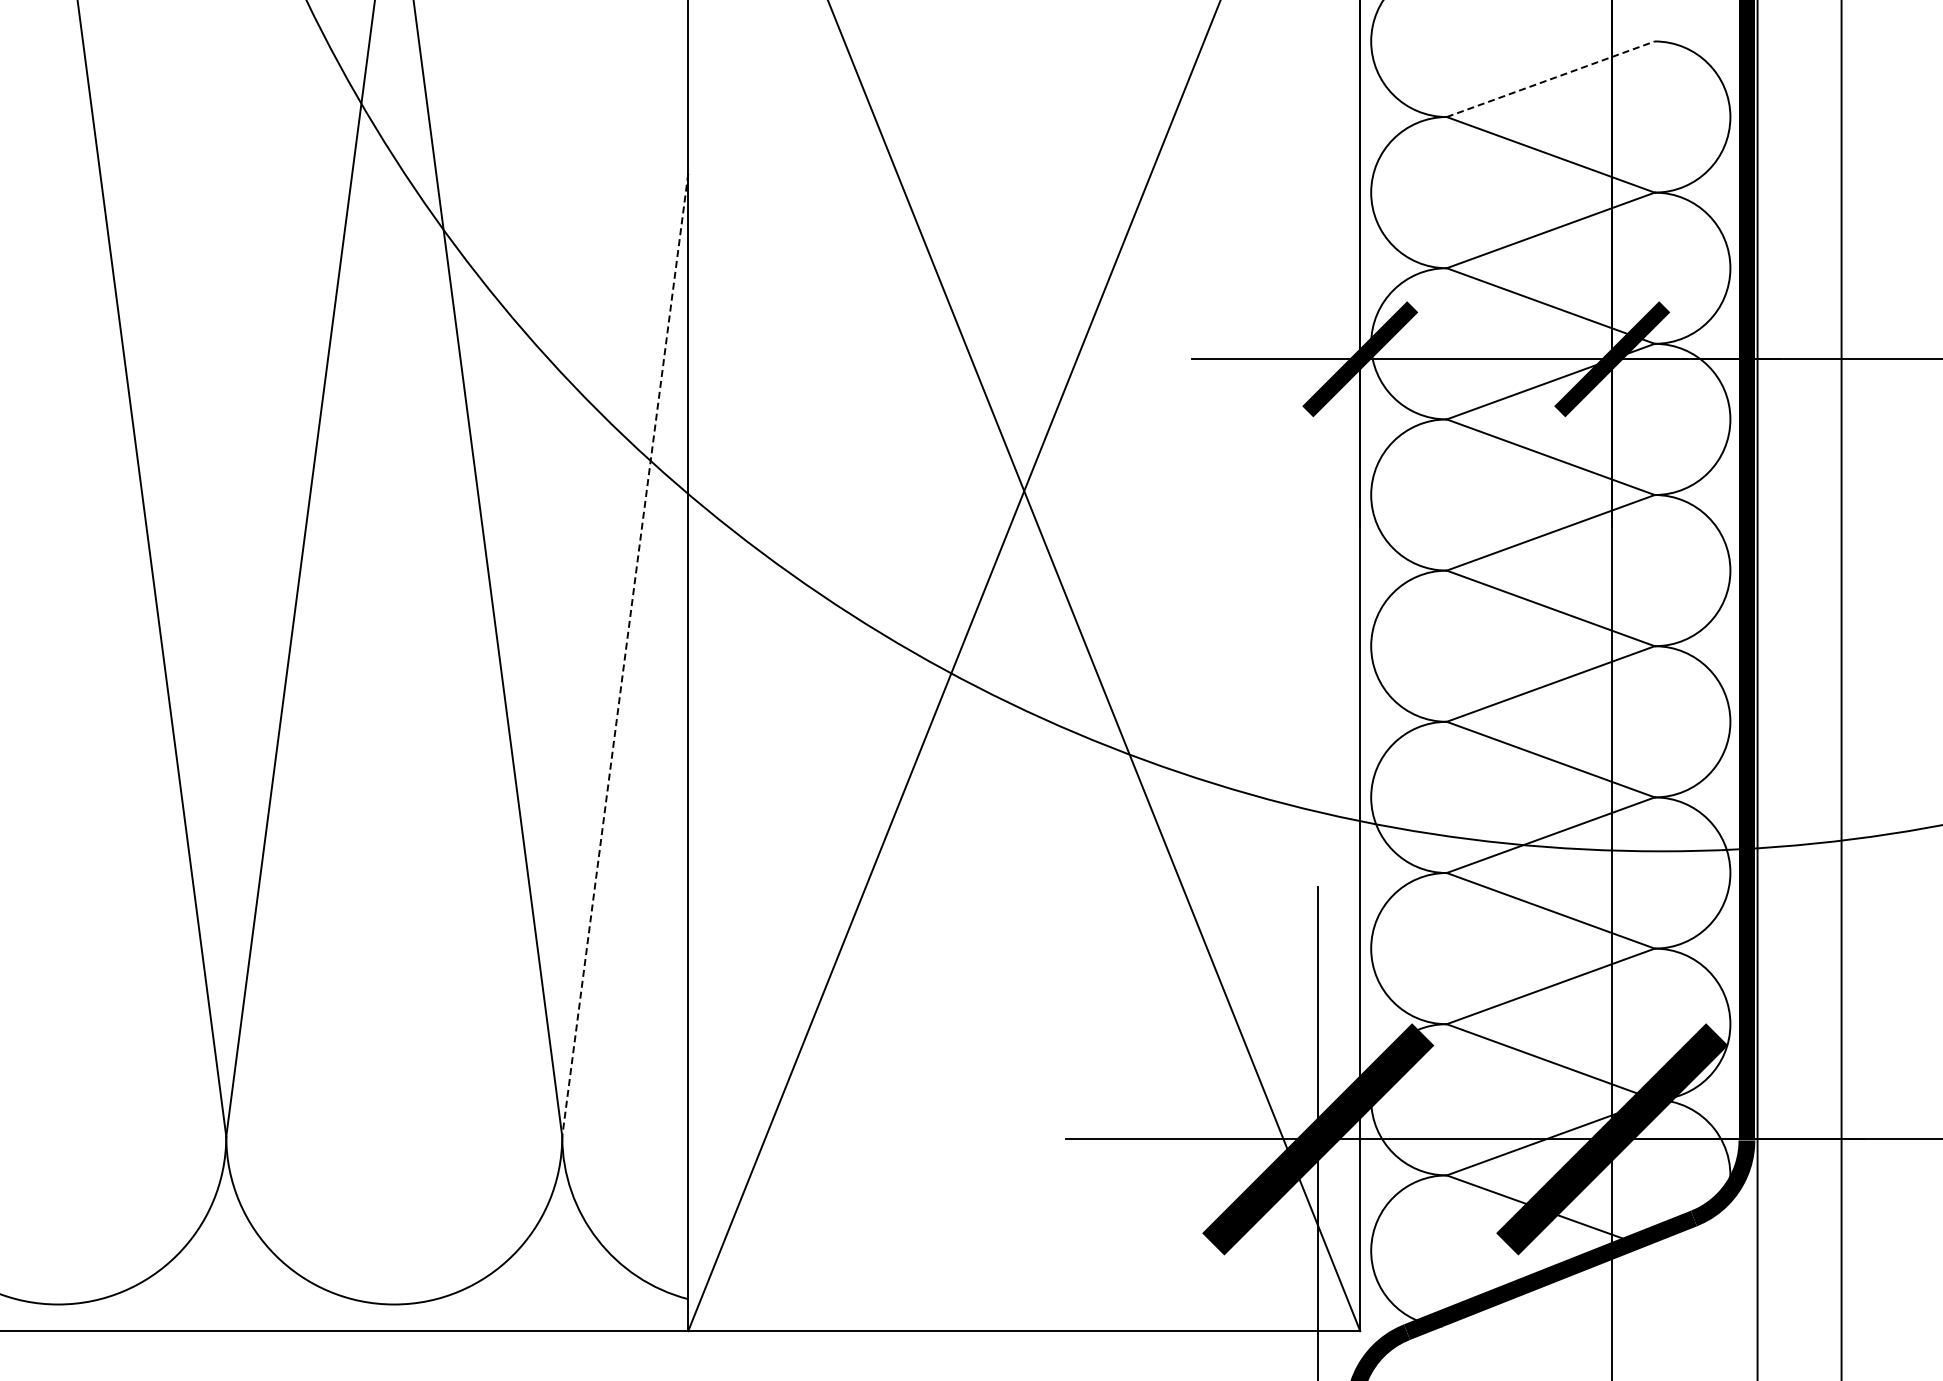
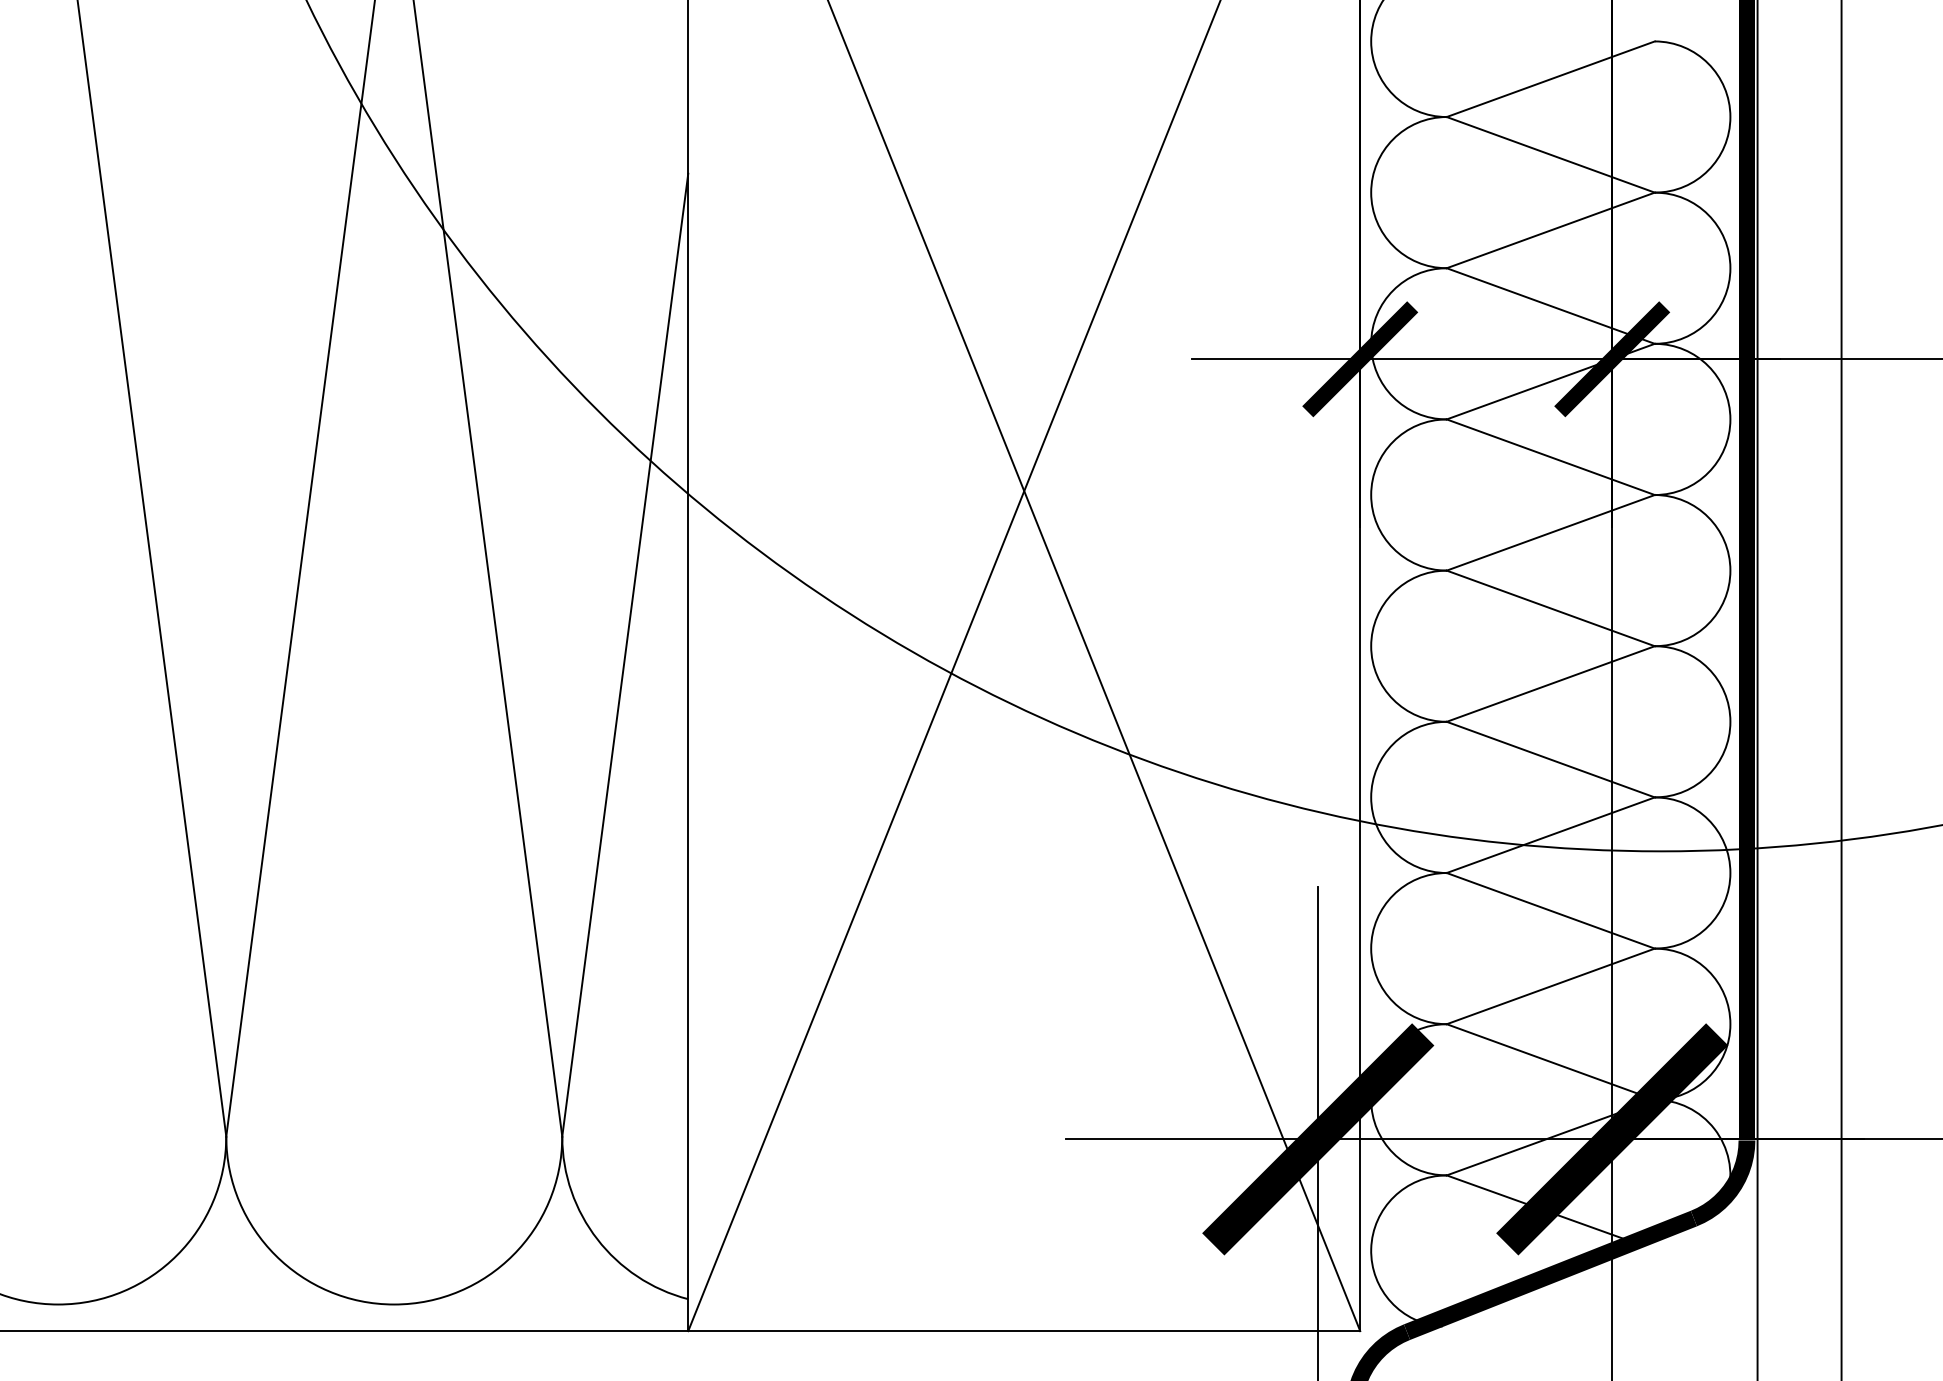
line at (1550, 79): dashed -> solid
line at (625, 655): dashed -> solid
